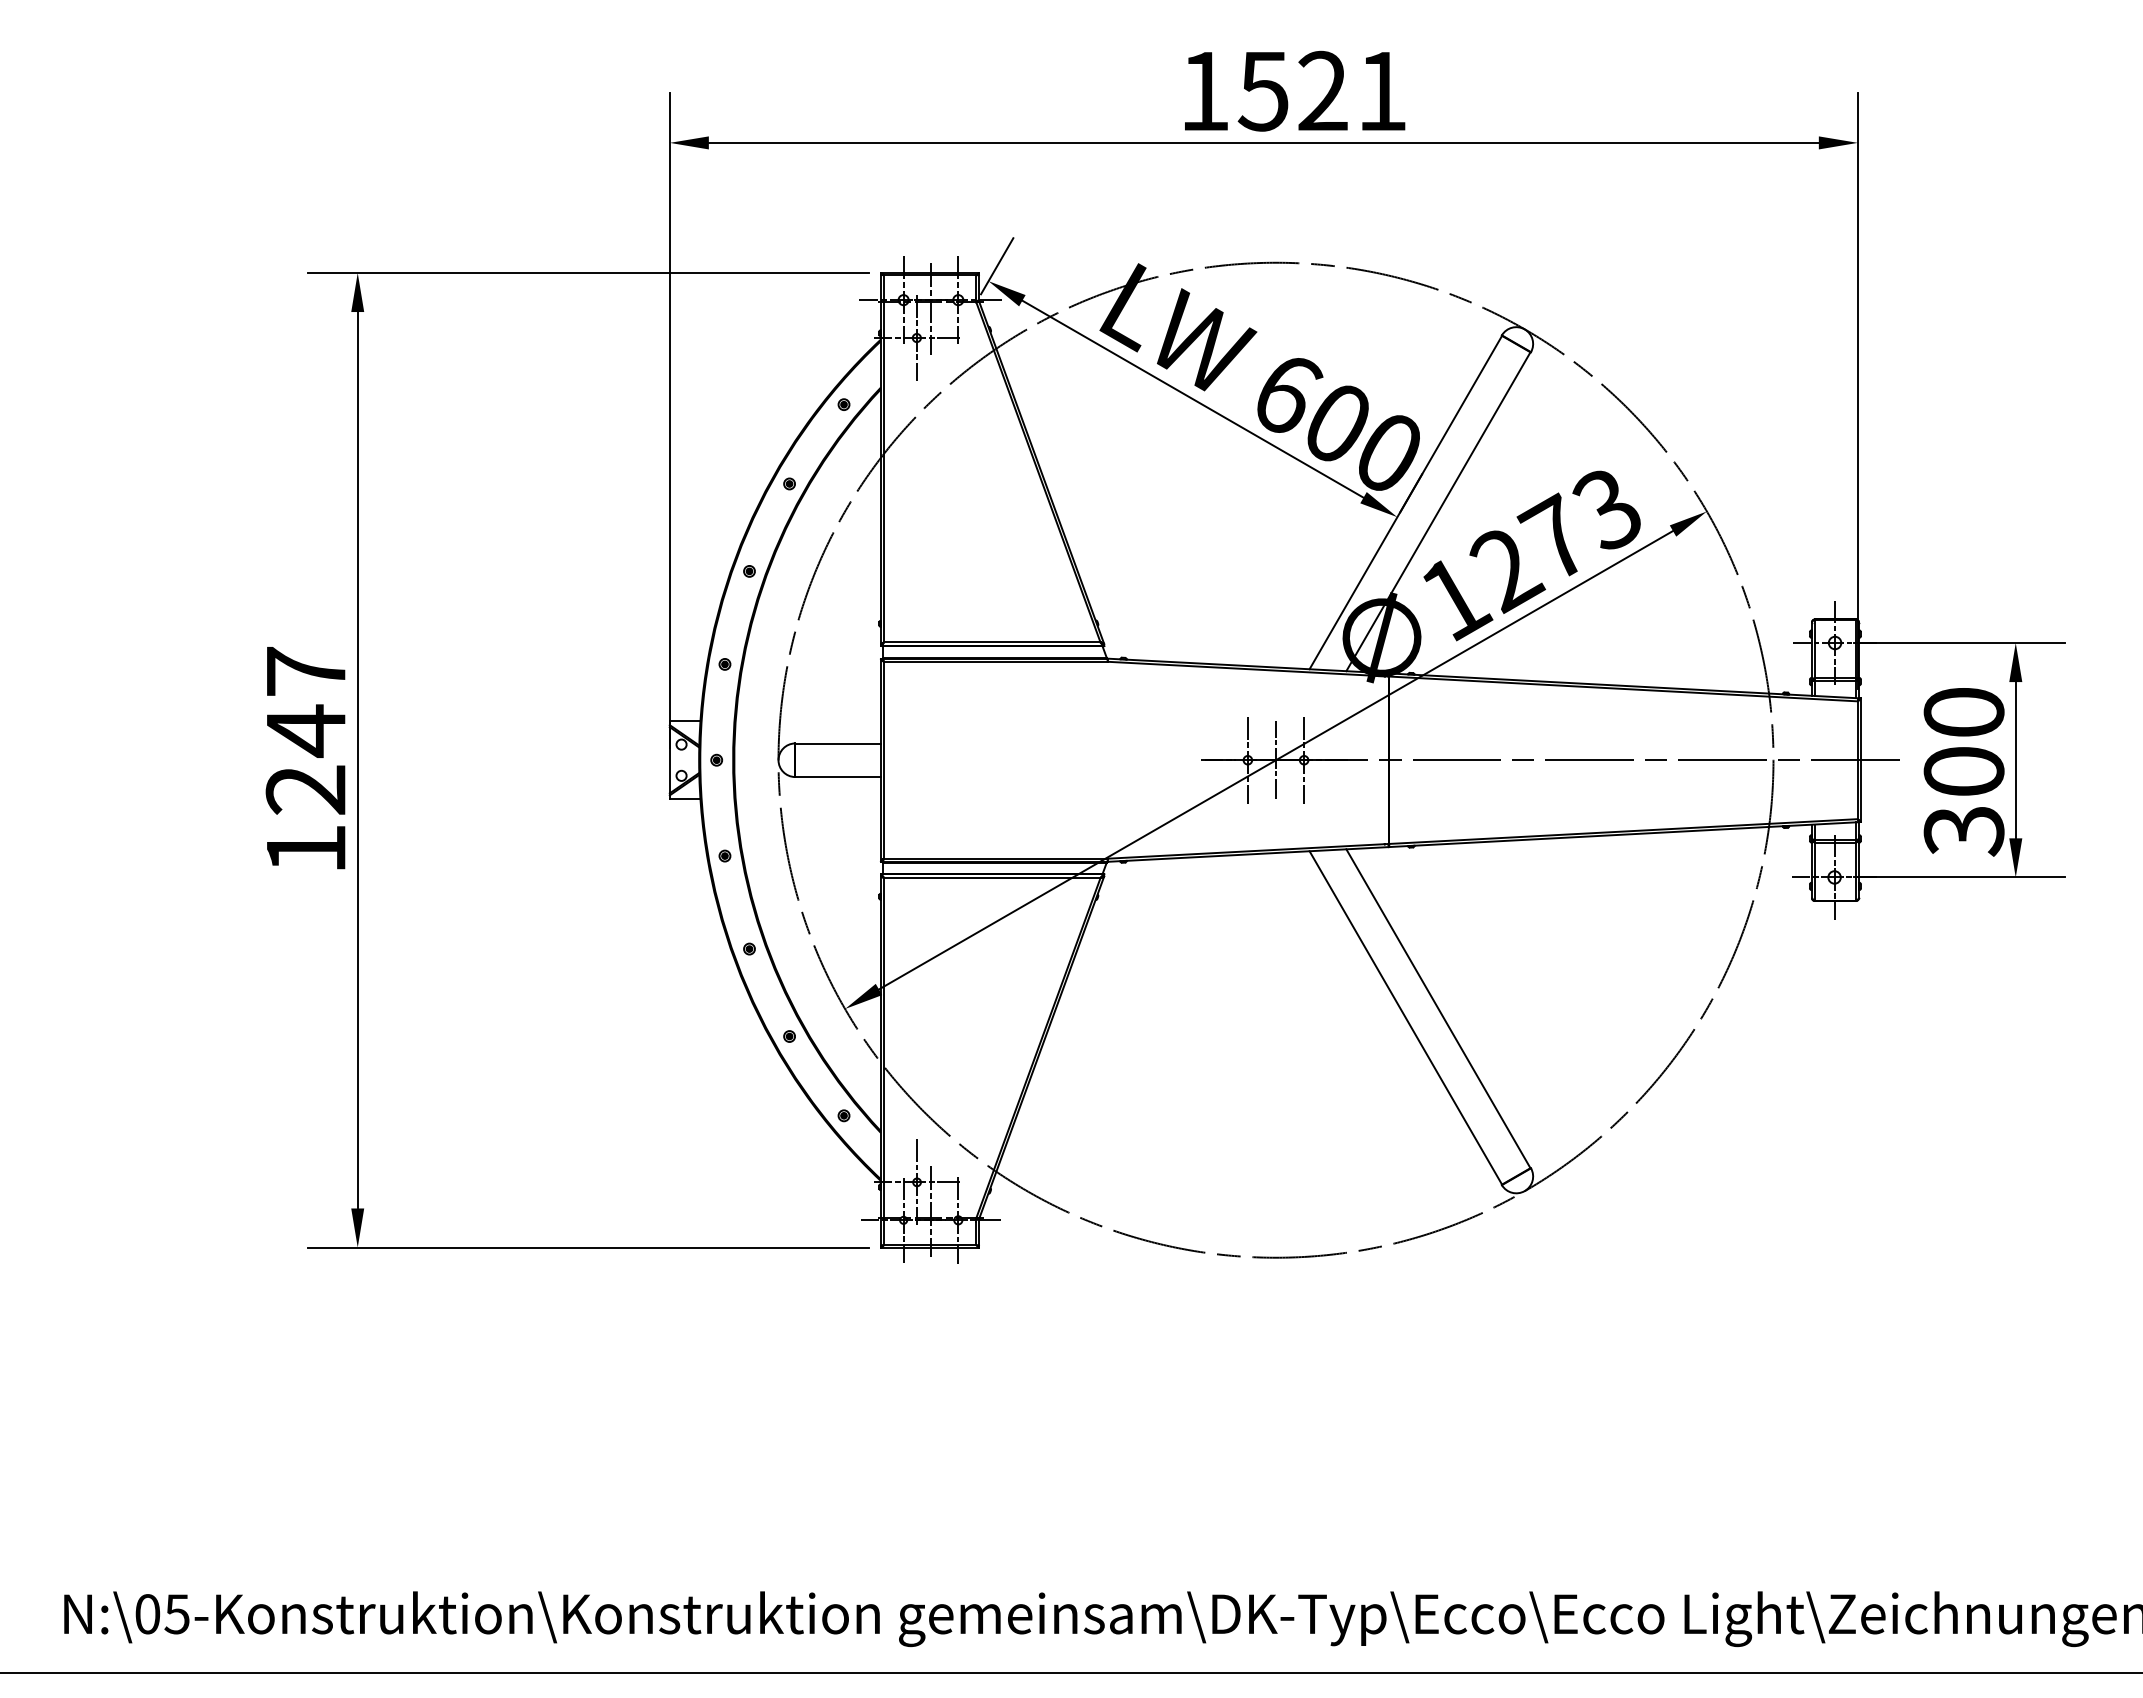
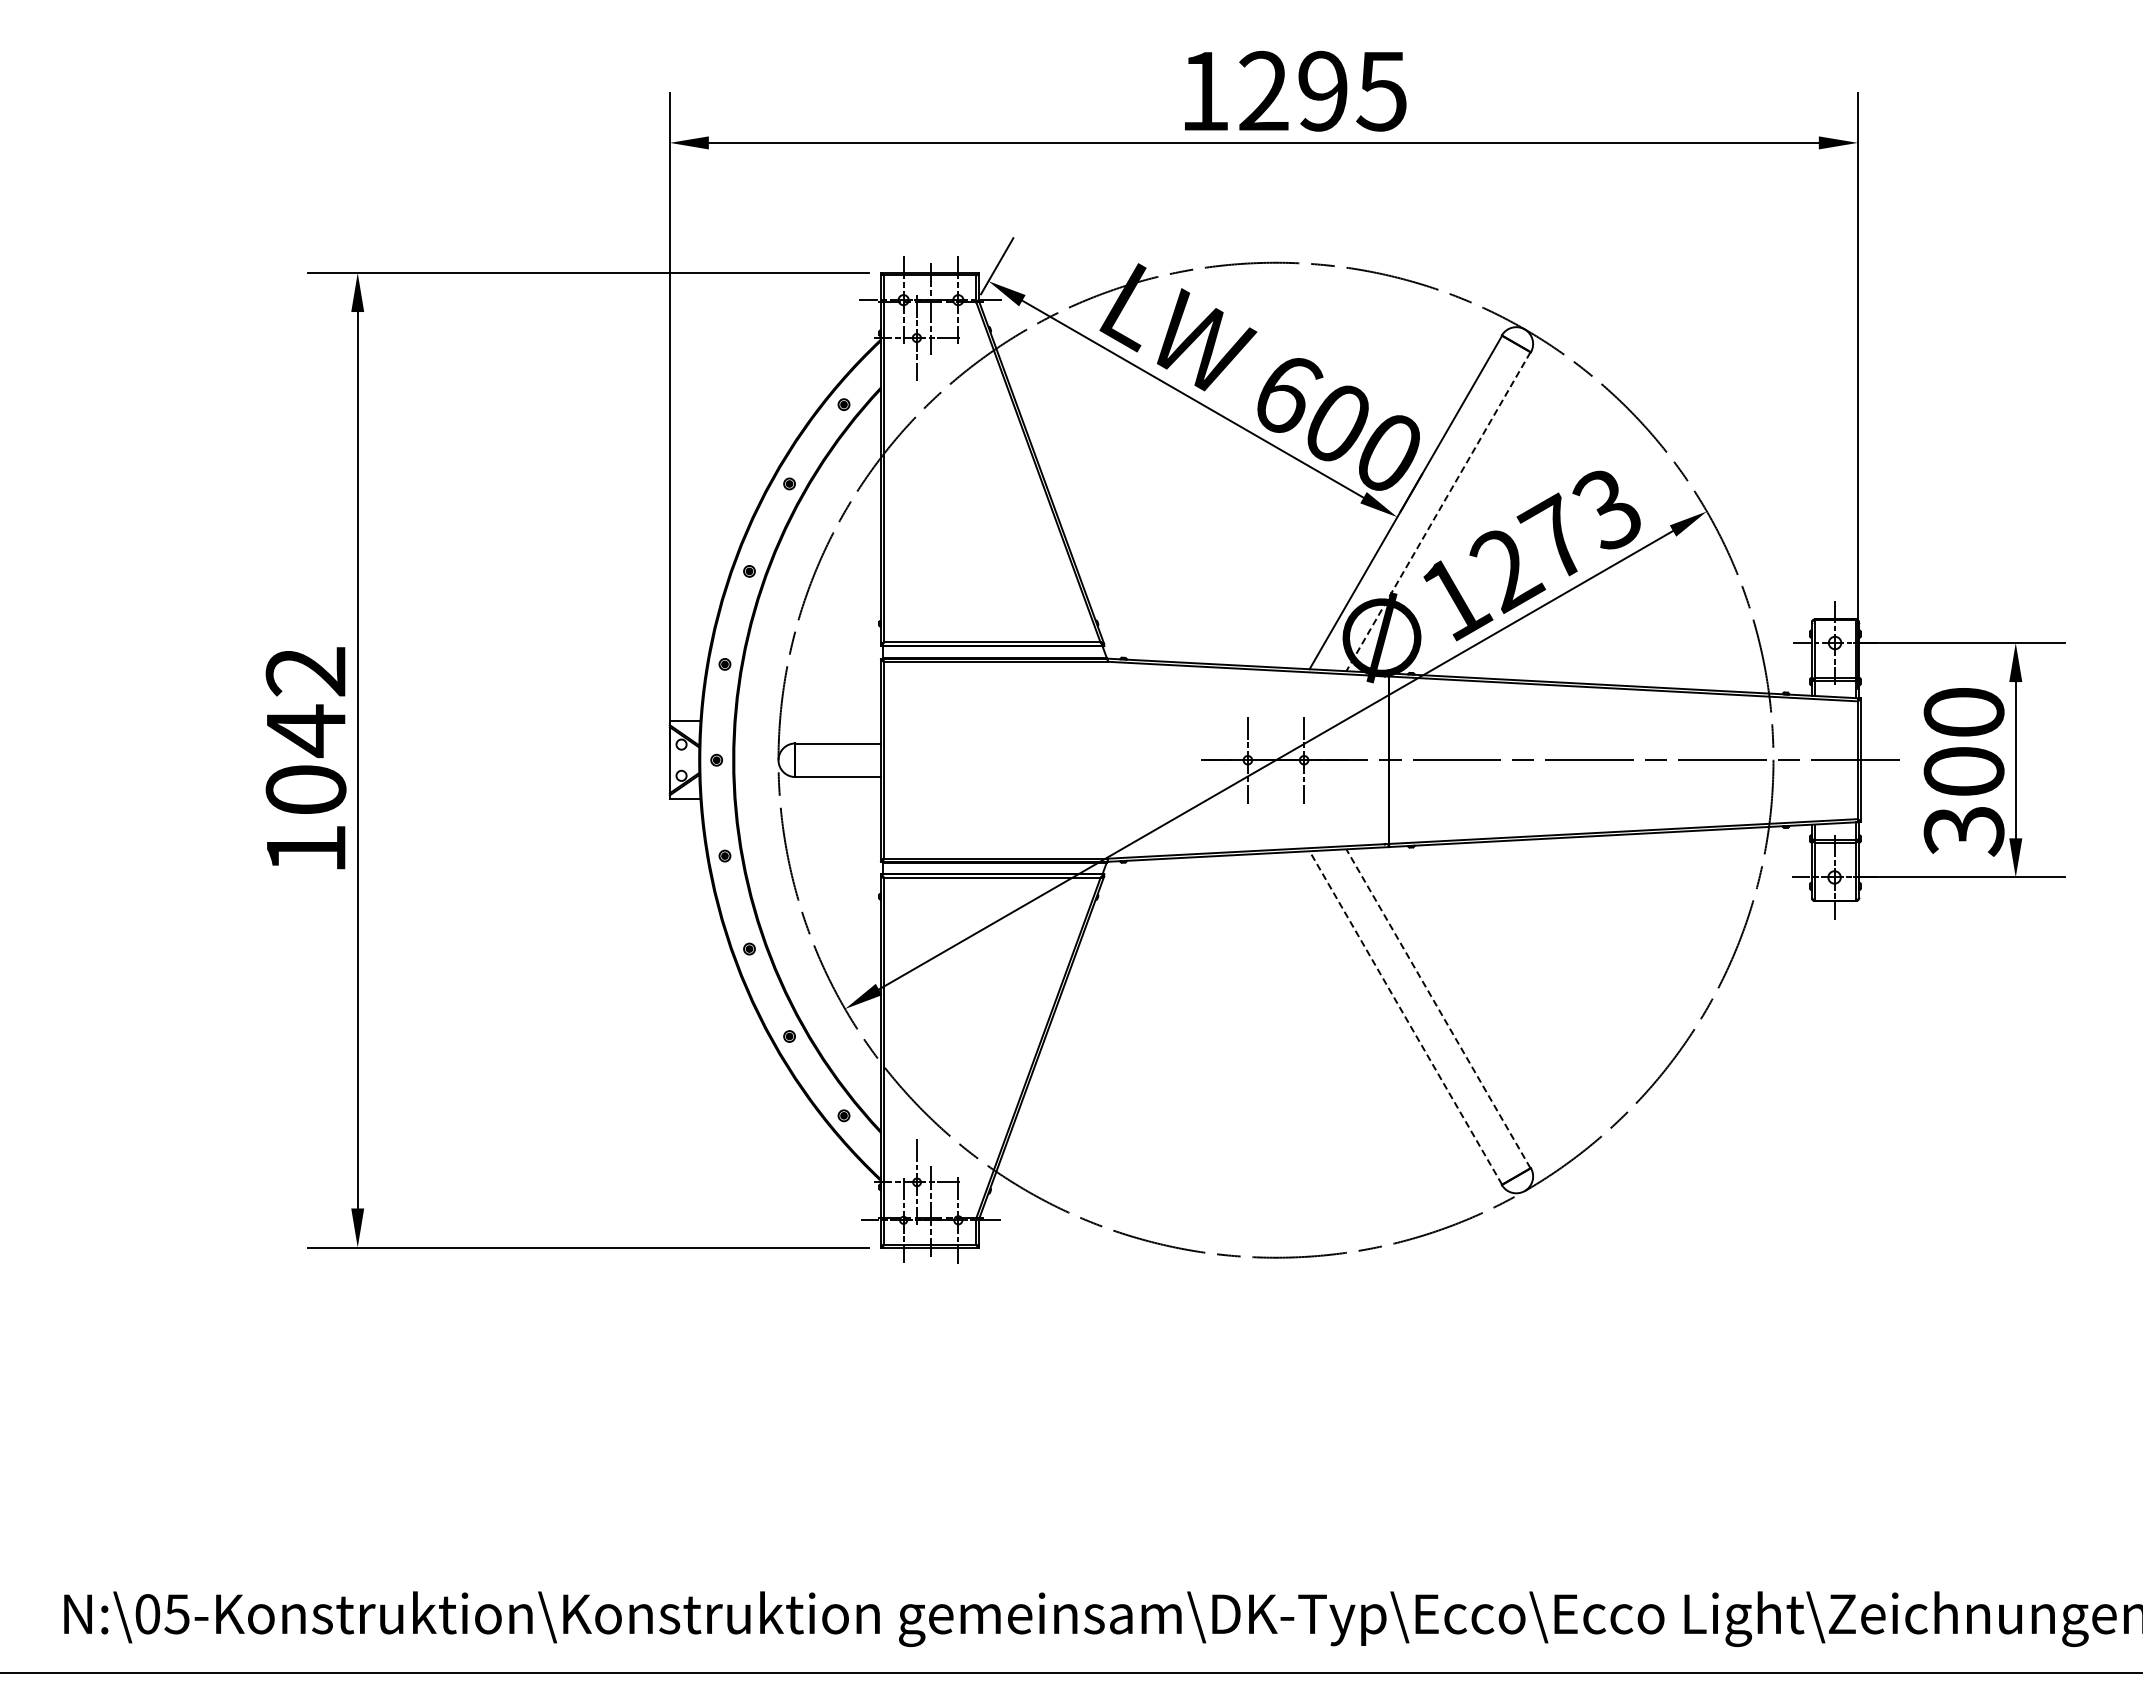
text at (1321, 90): 1521 -> 1295
line at (1438, 512): solid -> dashed
text at (305, 730): 1247 -> 1042
line at (1276, 760): present -> none
line at (1438, 1008): solid -> dashed
line at (1405, 1017): solid -> dashed
